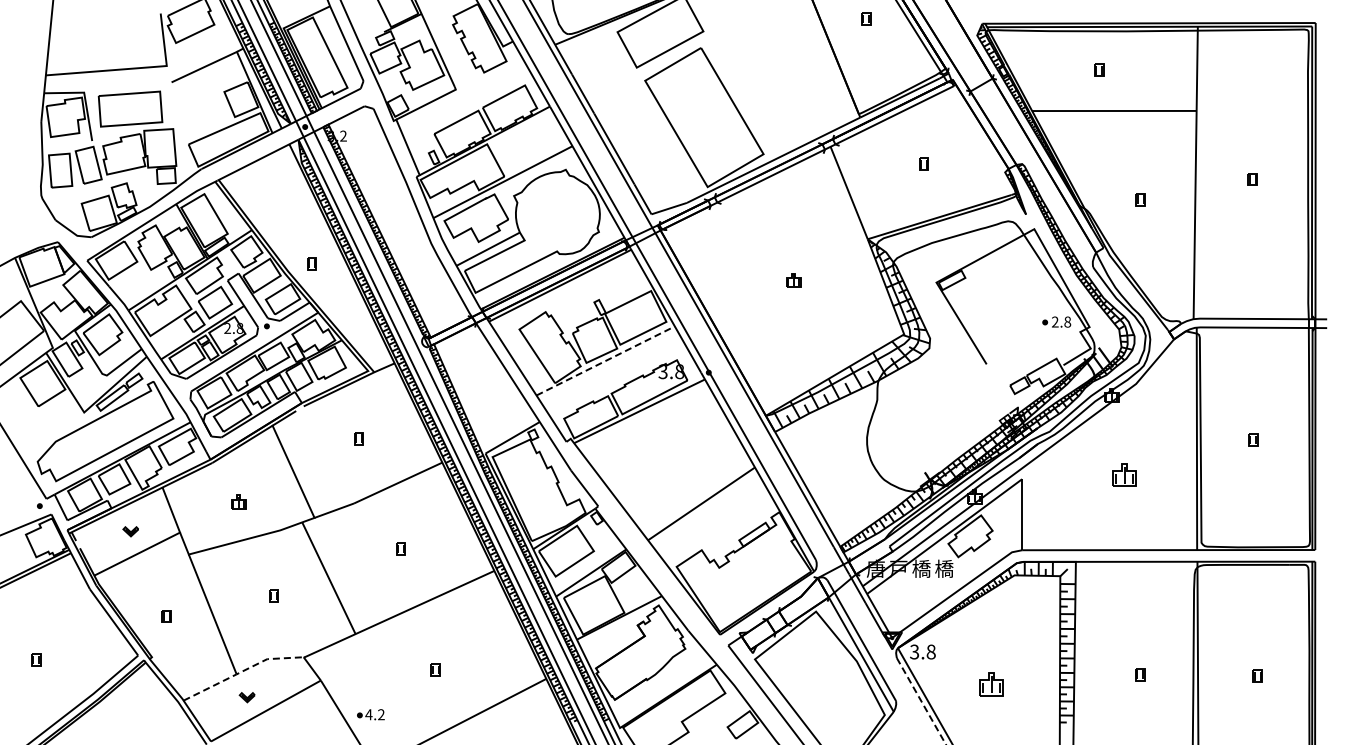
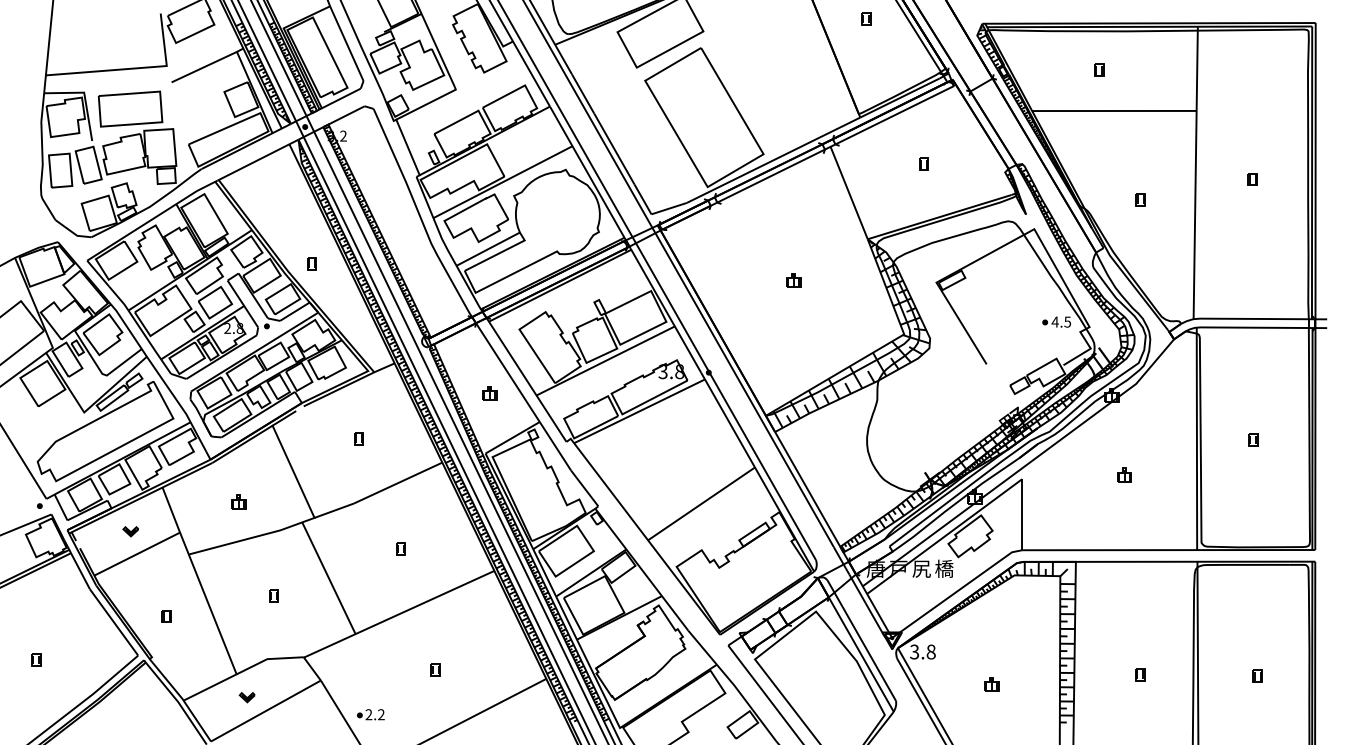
text at (1061, 321): 2.8 -> 4.5
line at (606, 360): dashed -> solid
part at (489, 393): none -> present
part at (1124, 474) size: 25x24 px -> 15x16 px
text at (921, 568): 橋 -> 尻
line at (241, 671): dashed -> solid
part at (991, 684) size: 25x25 px -> 16x15 px
line at (921, 701): dashed -> solid
text at (368, 714): 4.2 -> 2.2
